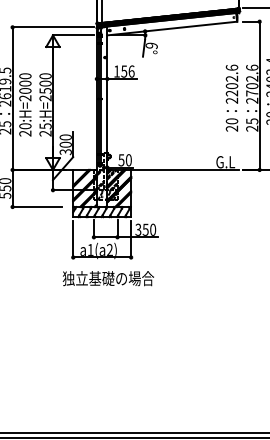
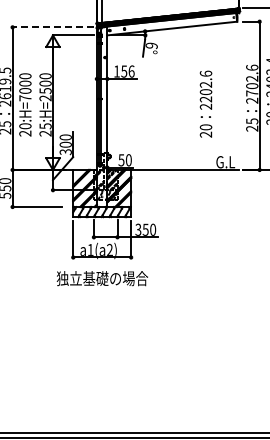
line at (52, 27): solid -> dashed
text at (231, 97) position: (231, 97) -> (205, 103)
text at (25, 98): 20:H=2000 -> 20:H=7000
text at (107, 278) position: (107, 278) -> (101, 278)
